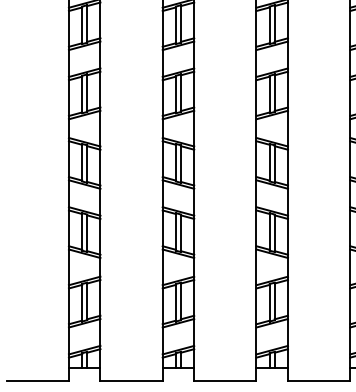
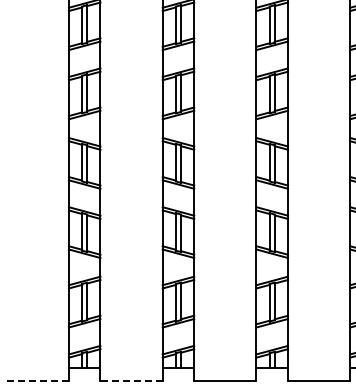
line at (37, 380): solid -> dashed
line at (131, 380): solid -> dashed
